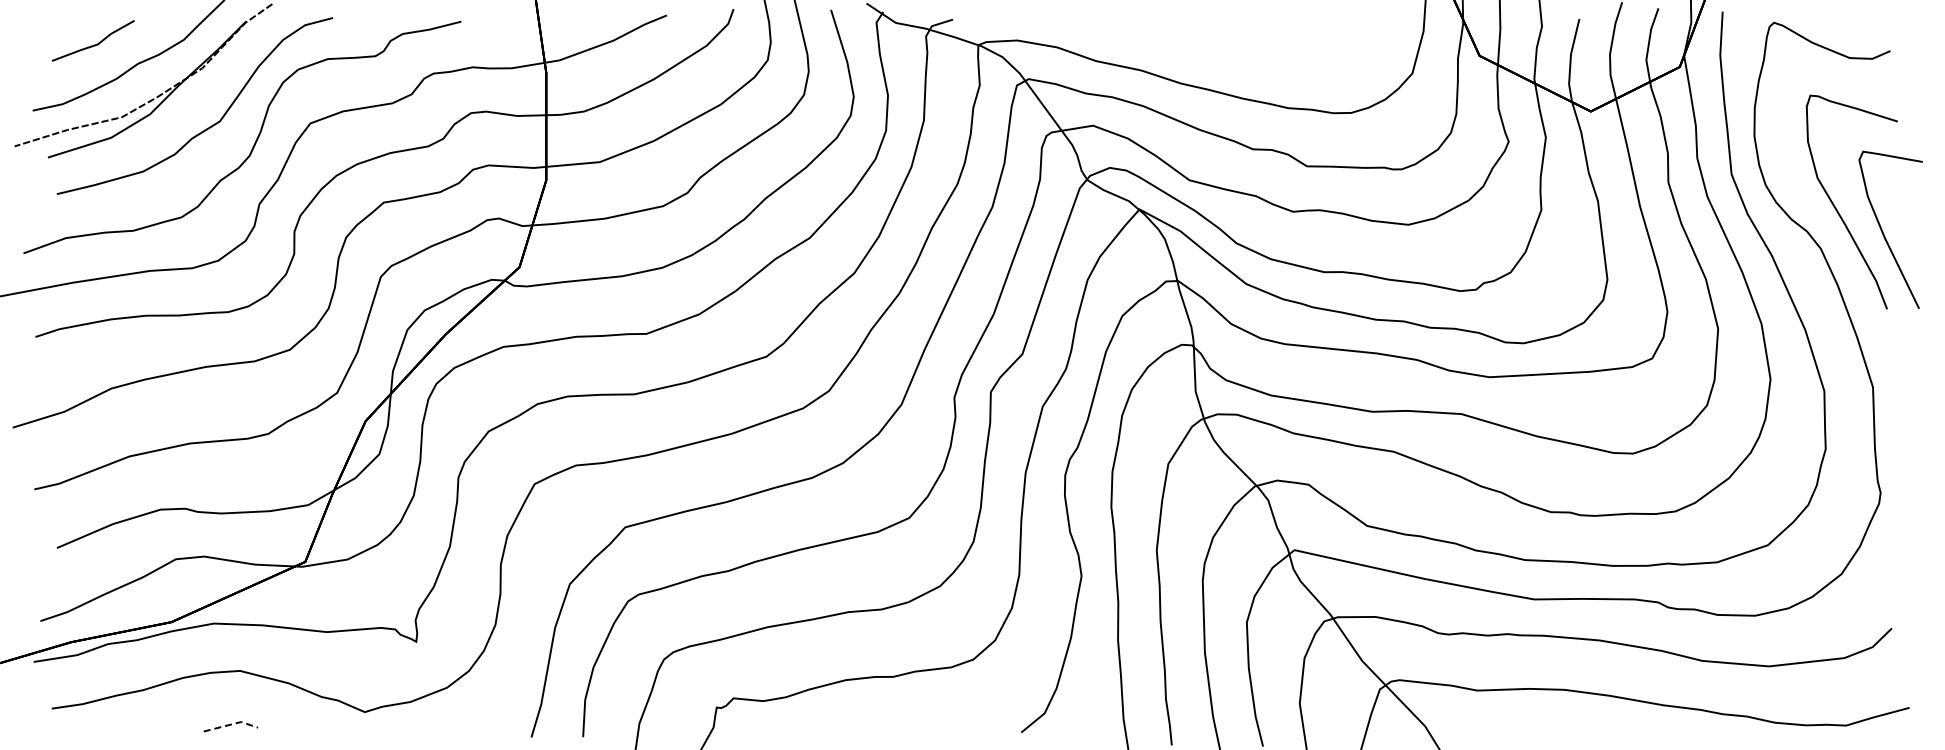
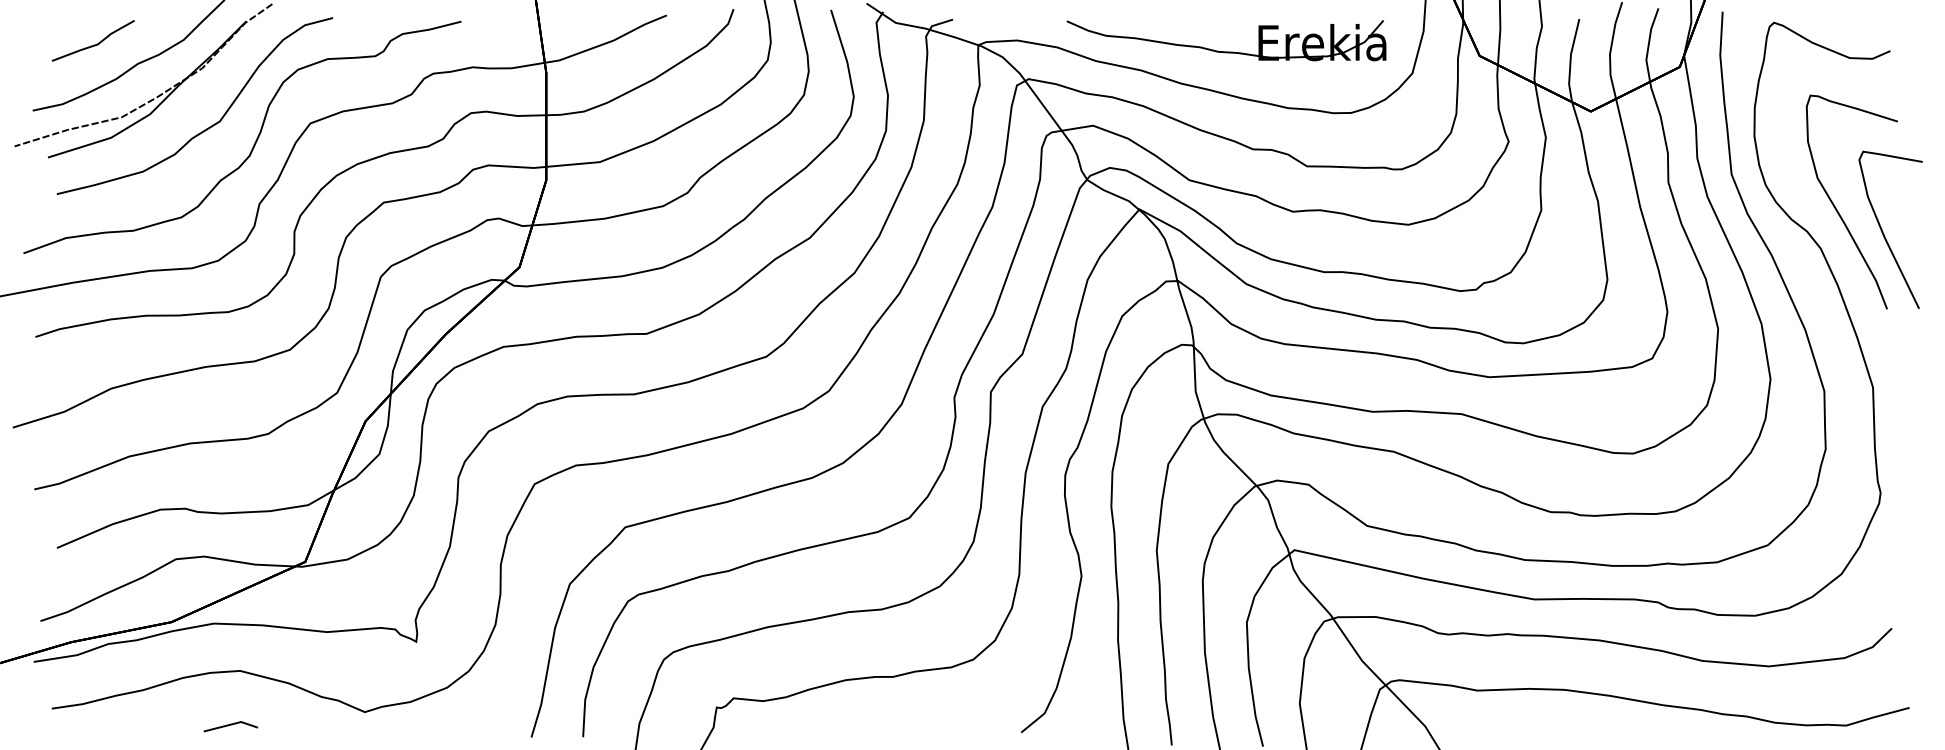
part at (1226, 51): none -> present
line at (231, 724): dashed -> solid
